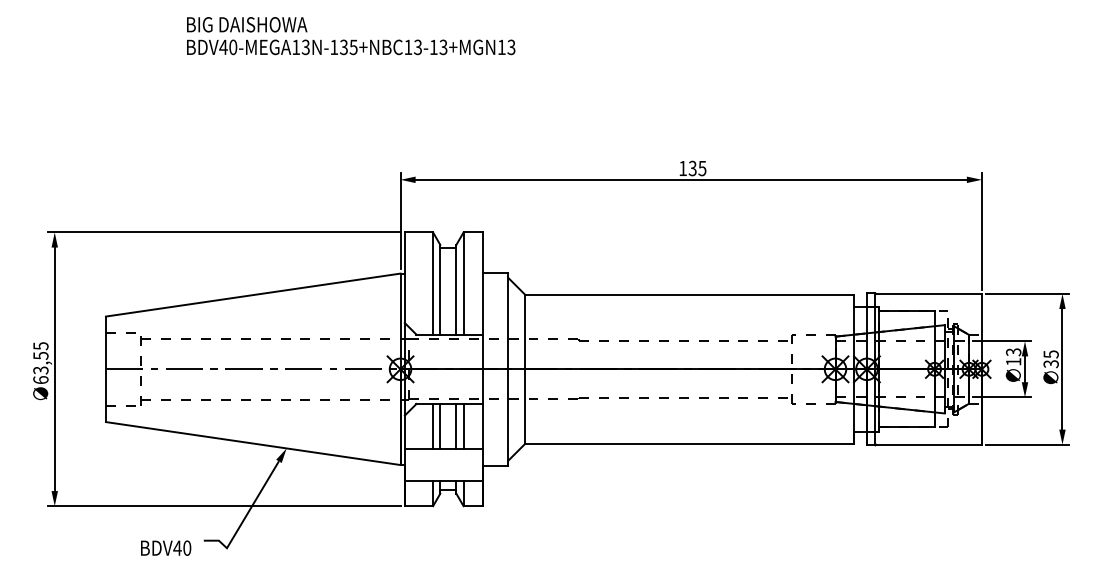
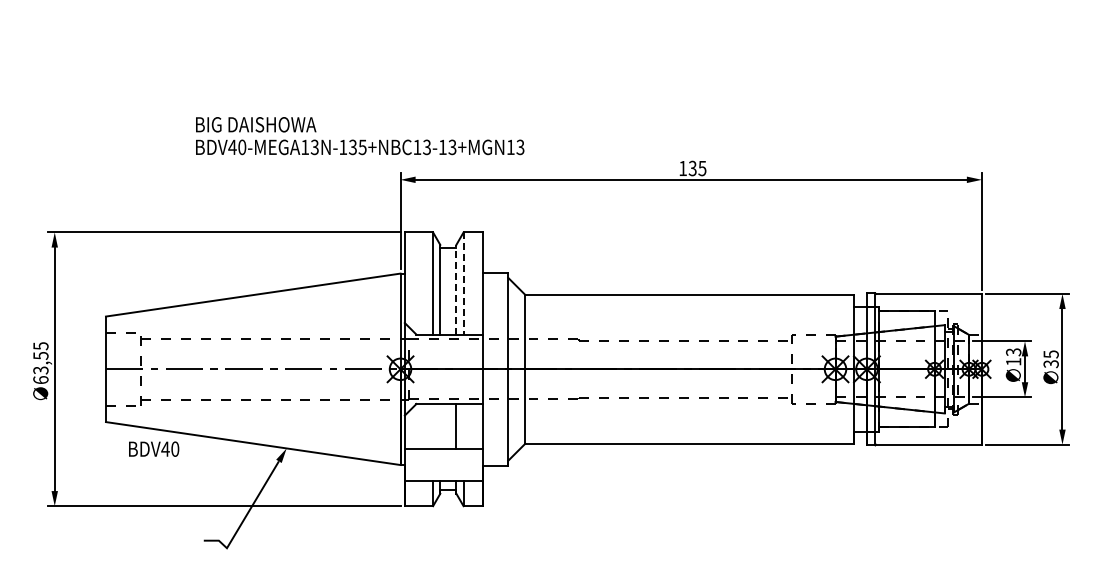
text at (351, 36) position: (351, 36) -> (360, 136)
line at (463, 284): solid -> dashed
line at (456, 289): solid -> dashed
line at (433, 425): present -> none
line at (440, 425): present -> none
line at (463, 425): present -> none
text at (166, 547) position: (166, 547) -> (154, 448)
